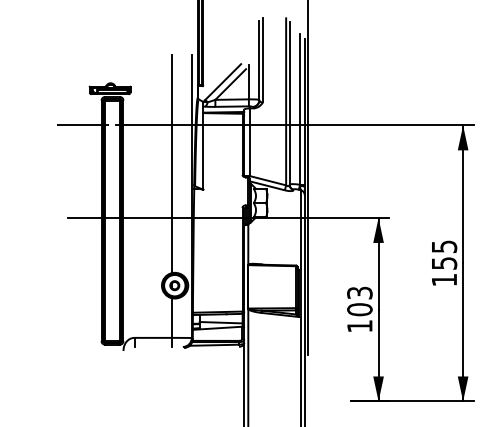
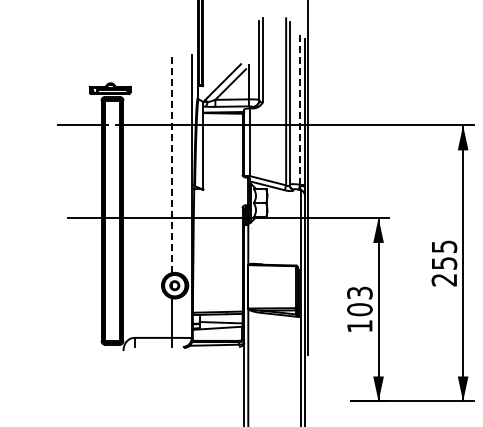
line at (299, 108): solid -> dashed
line at (172, 163): solid -> dashed
text at (443, 280): 155 -> 255
